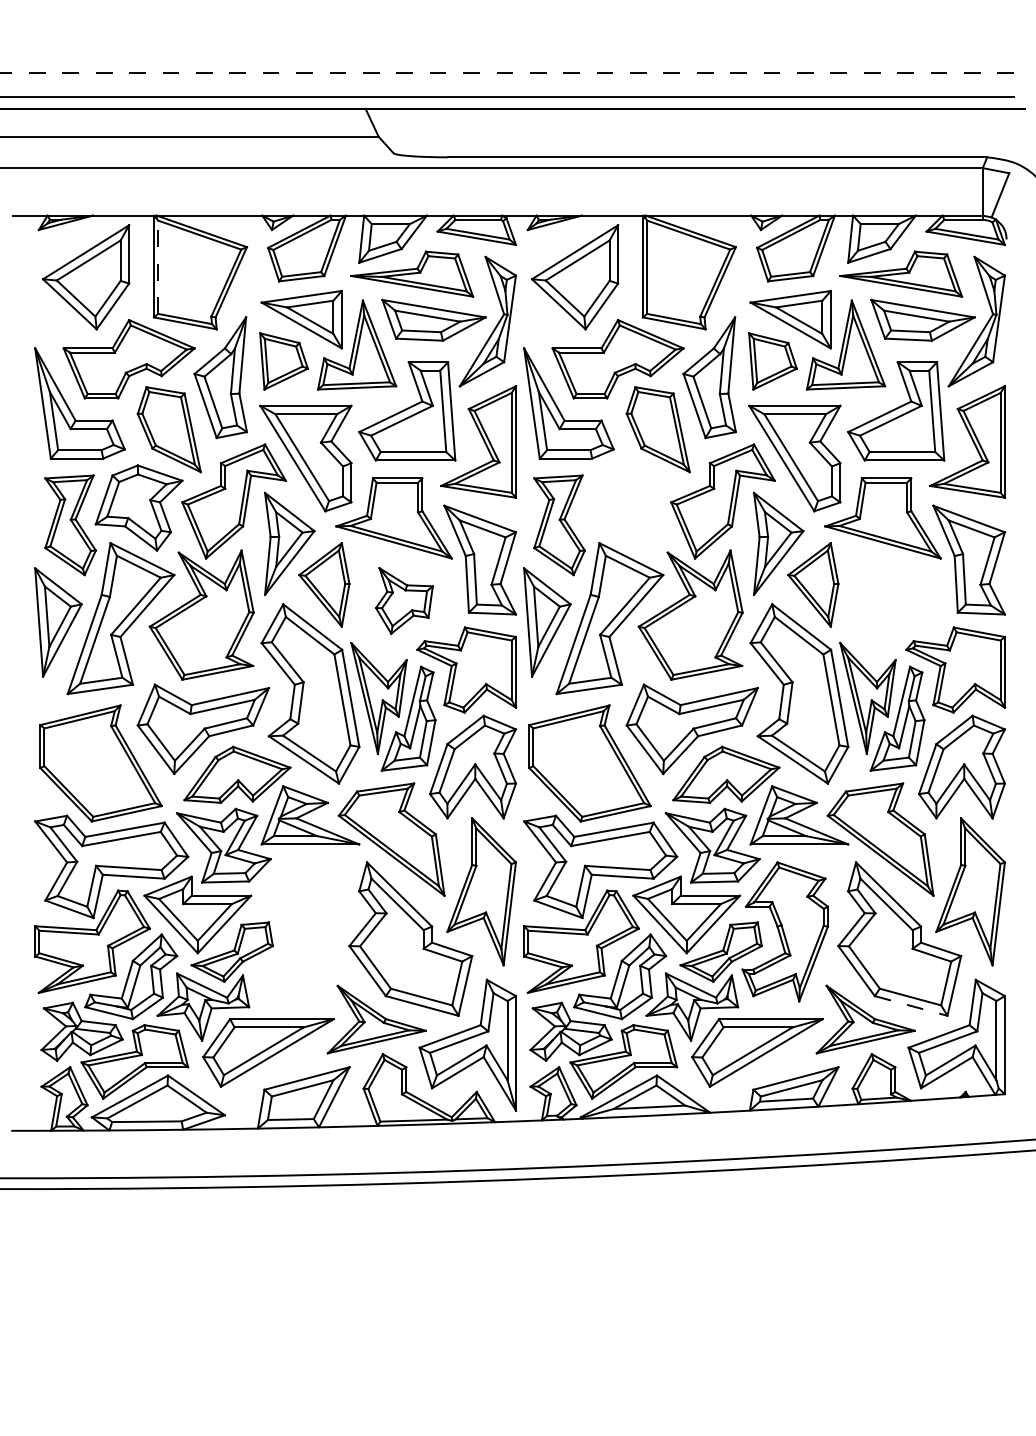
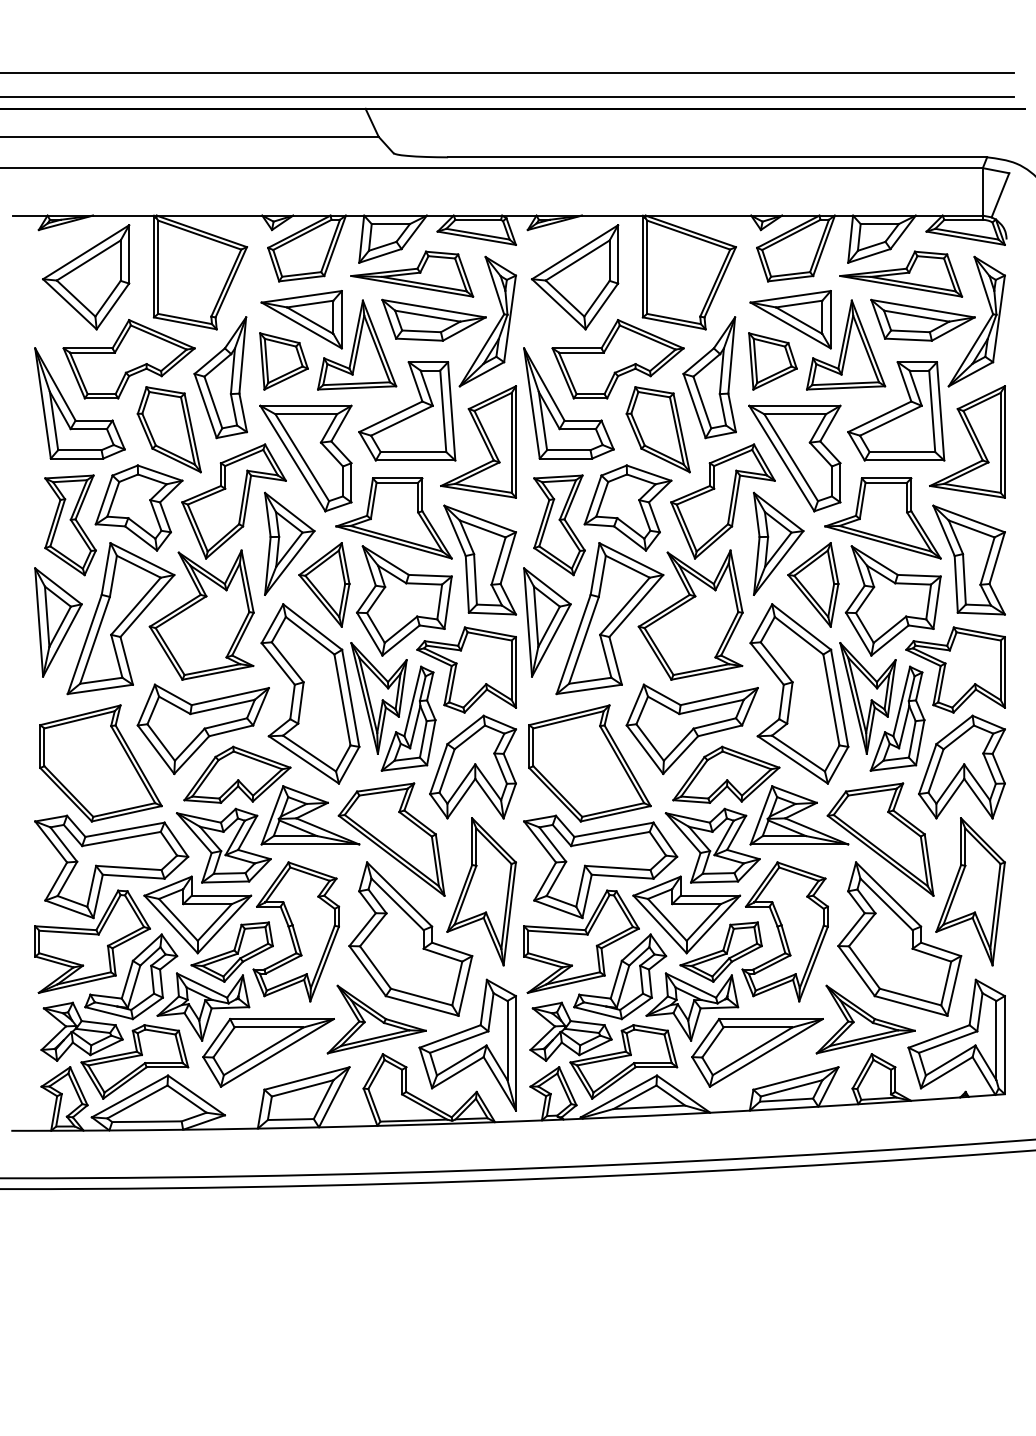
line at (507, 72): dashed -> solid
line at (158, 267): dashed -> solid
part at (627, 507): none -> present
part at (404, 600) size: 59x68 px -> 97x112 px
part at (892, 600): none -> present
part at (296, 931): none -> present
line at (911, 1005): dashed -> solid
